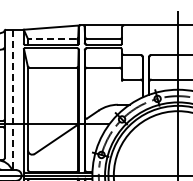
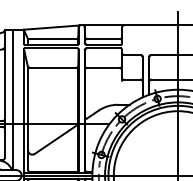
line at (51, 39): dashed -> solid
line at (13, 100): dashed -> solid
